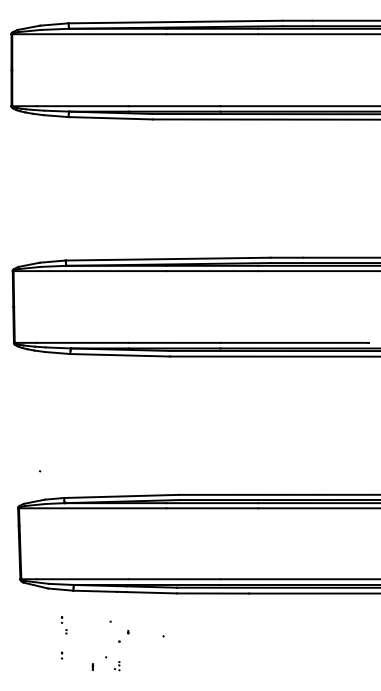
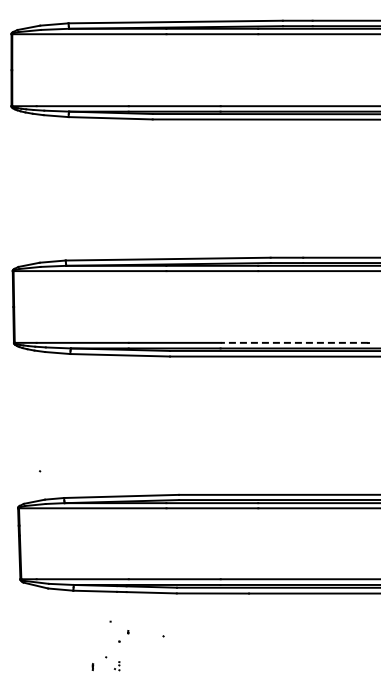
line at (294, 342): solid -> dashed
part at (64, 625): present -> none
part at (61, 655): present -> none
